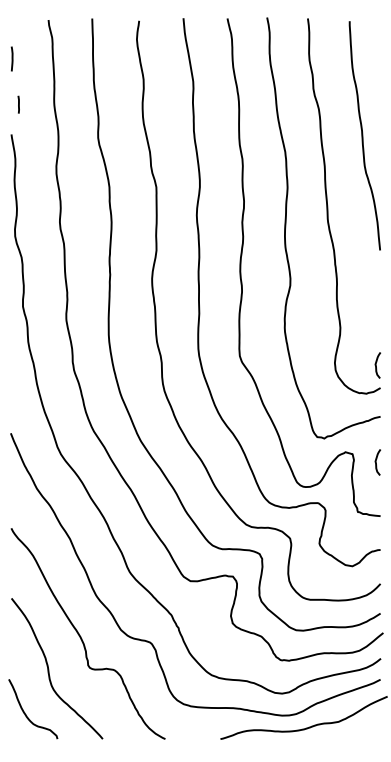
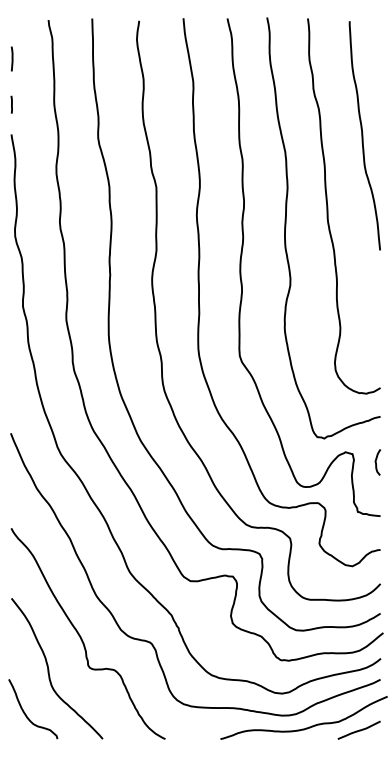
line at (18, 104) position: (18, 104) -> (11, 104)
curve at (376, 365): present -> none
curve at (359, 729): none -> present
